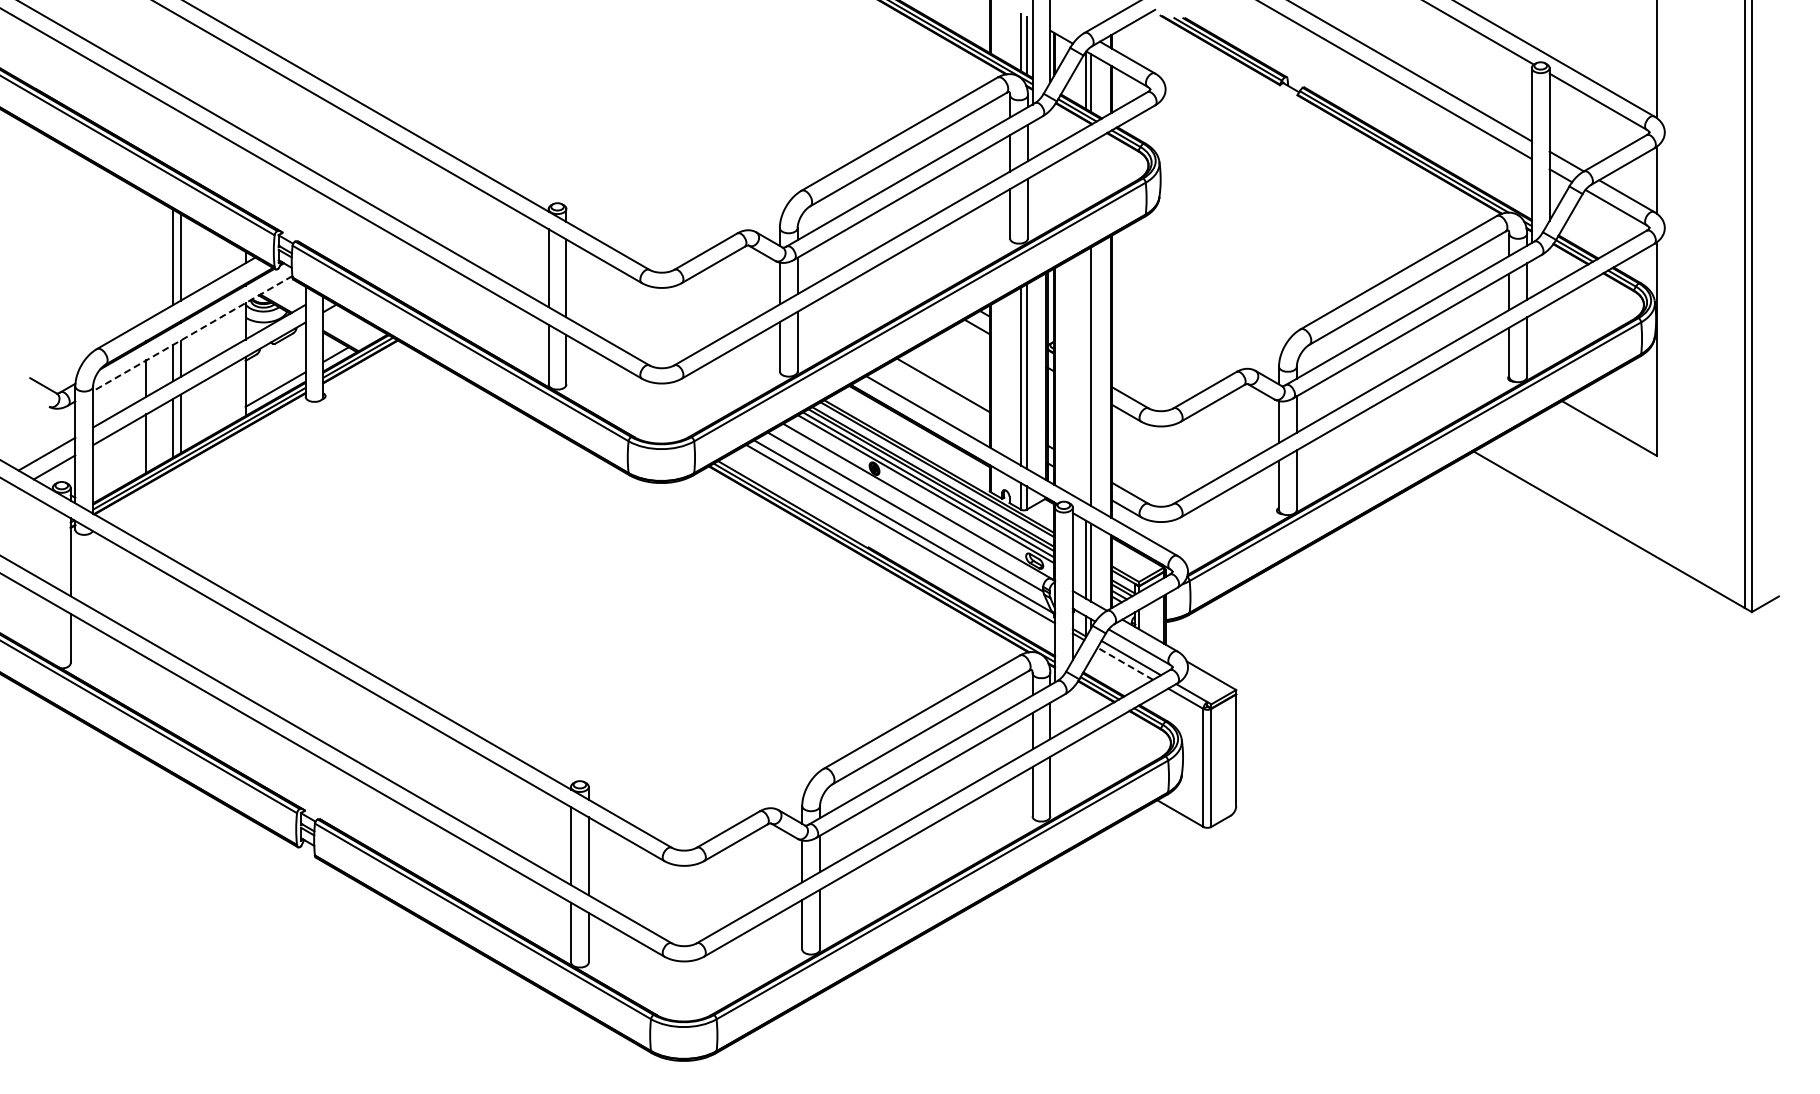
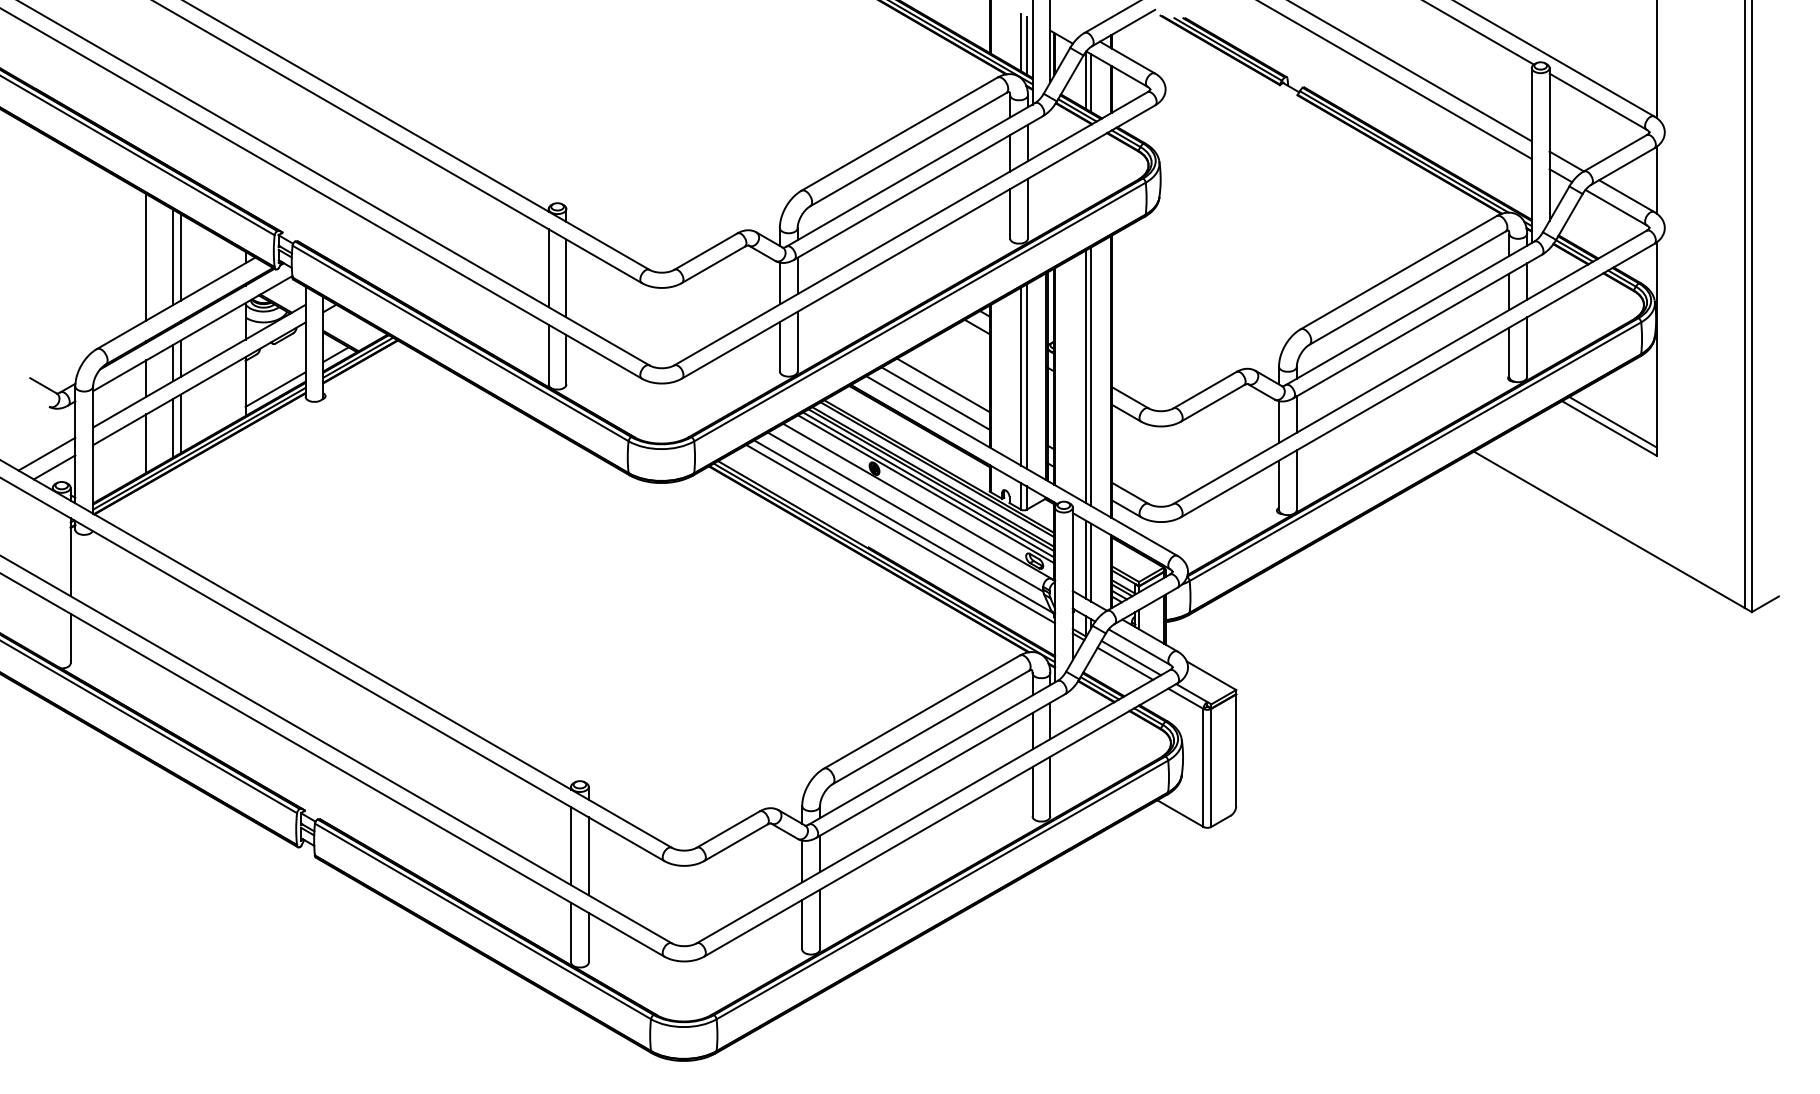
line at (146, 257): none -> present
line at (192, 333): dashed -> solid
line at (1085, 376): none -> present
line at (935, 398): none -> present
line at (1612, 422): none -> present
line at (1124, 663): dashed -> solid
